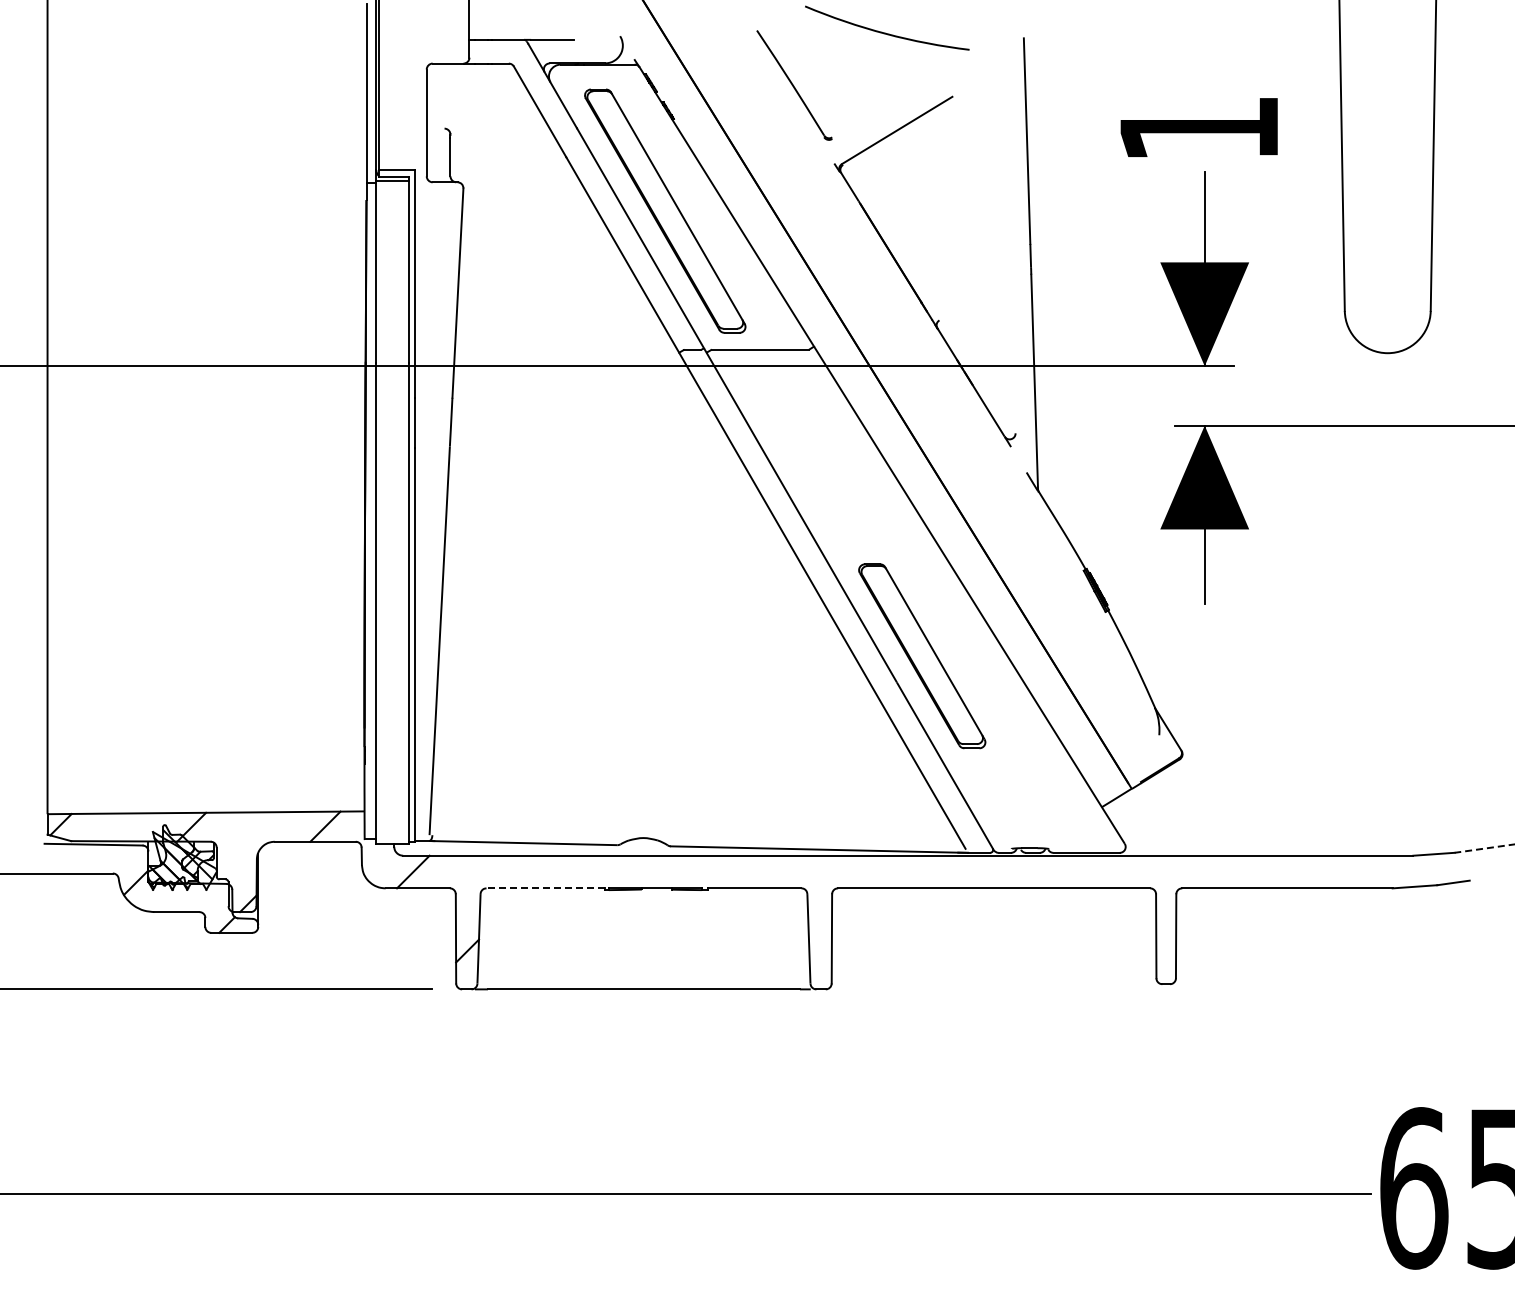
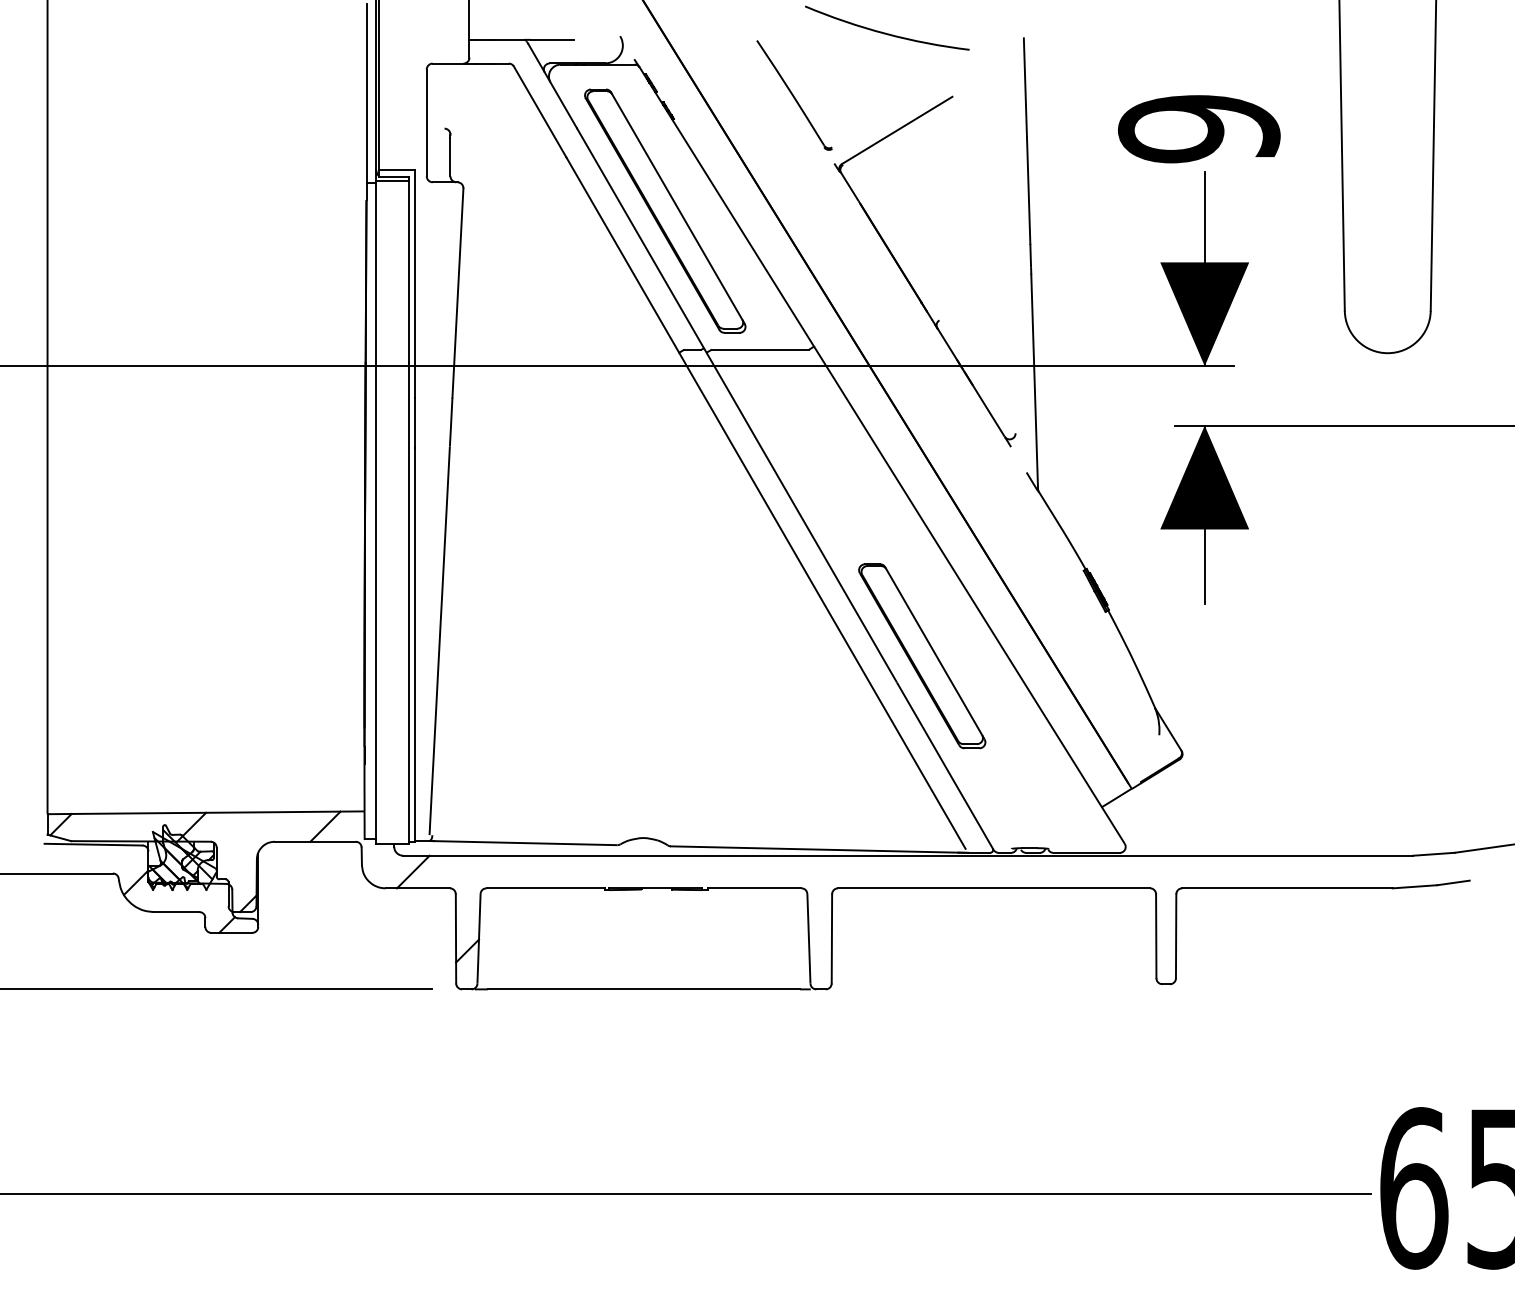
part at (794, 85) position: (794, 85) -> (794, 95)
text at (1199, 129): 1 -> 9
line at (1484, 848): dashed -> solid
line at (545, 888): dashed -> solid
